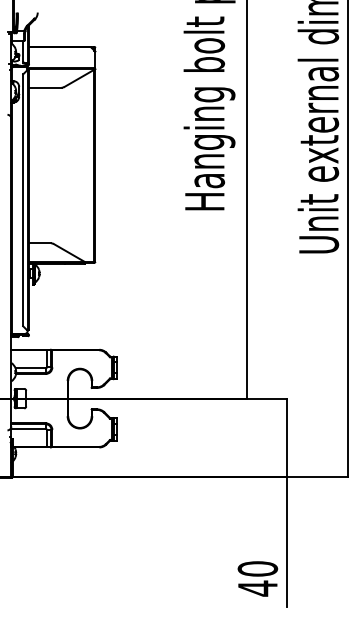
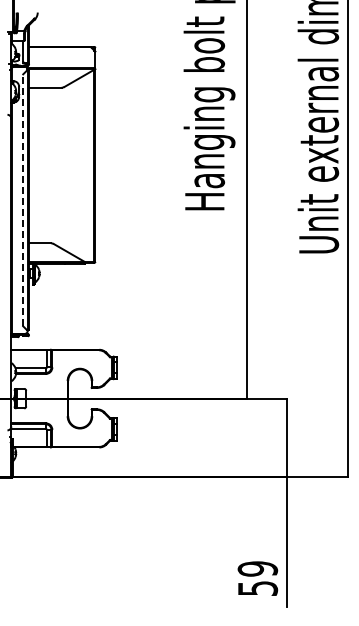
line at (23, 200): solid -> dashed
text at (257, 578): 40 -> 59
